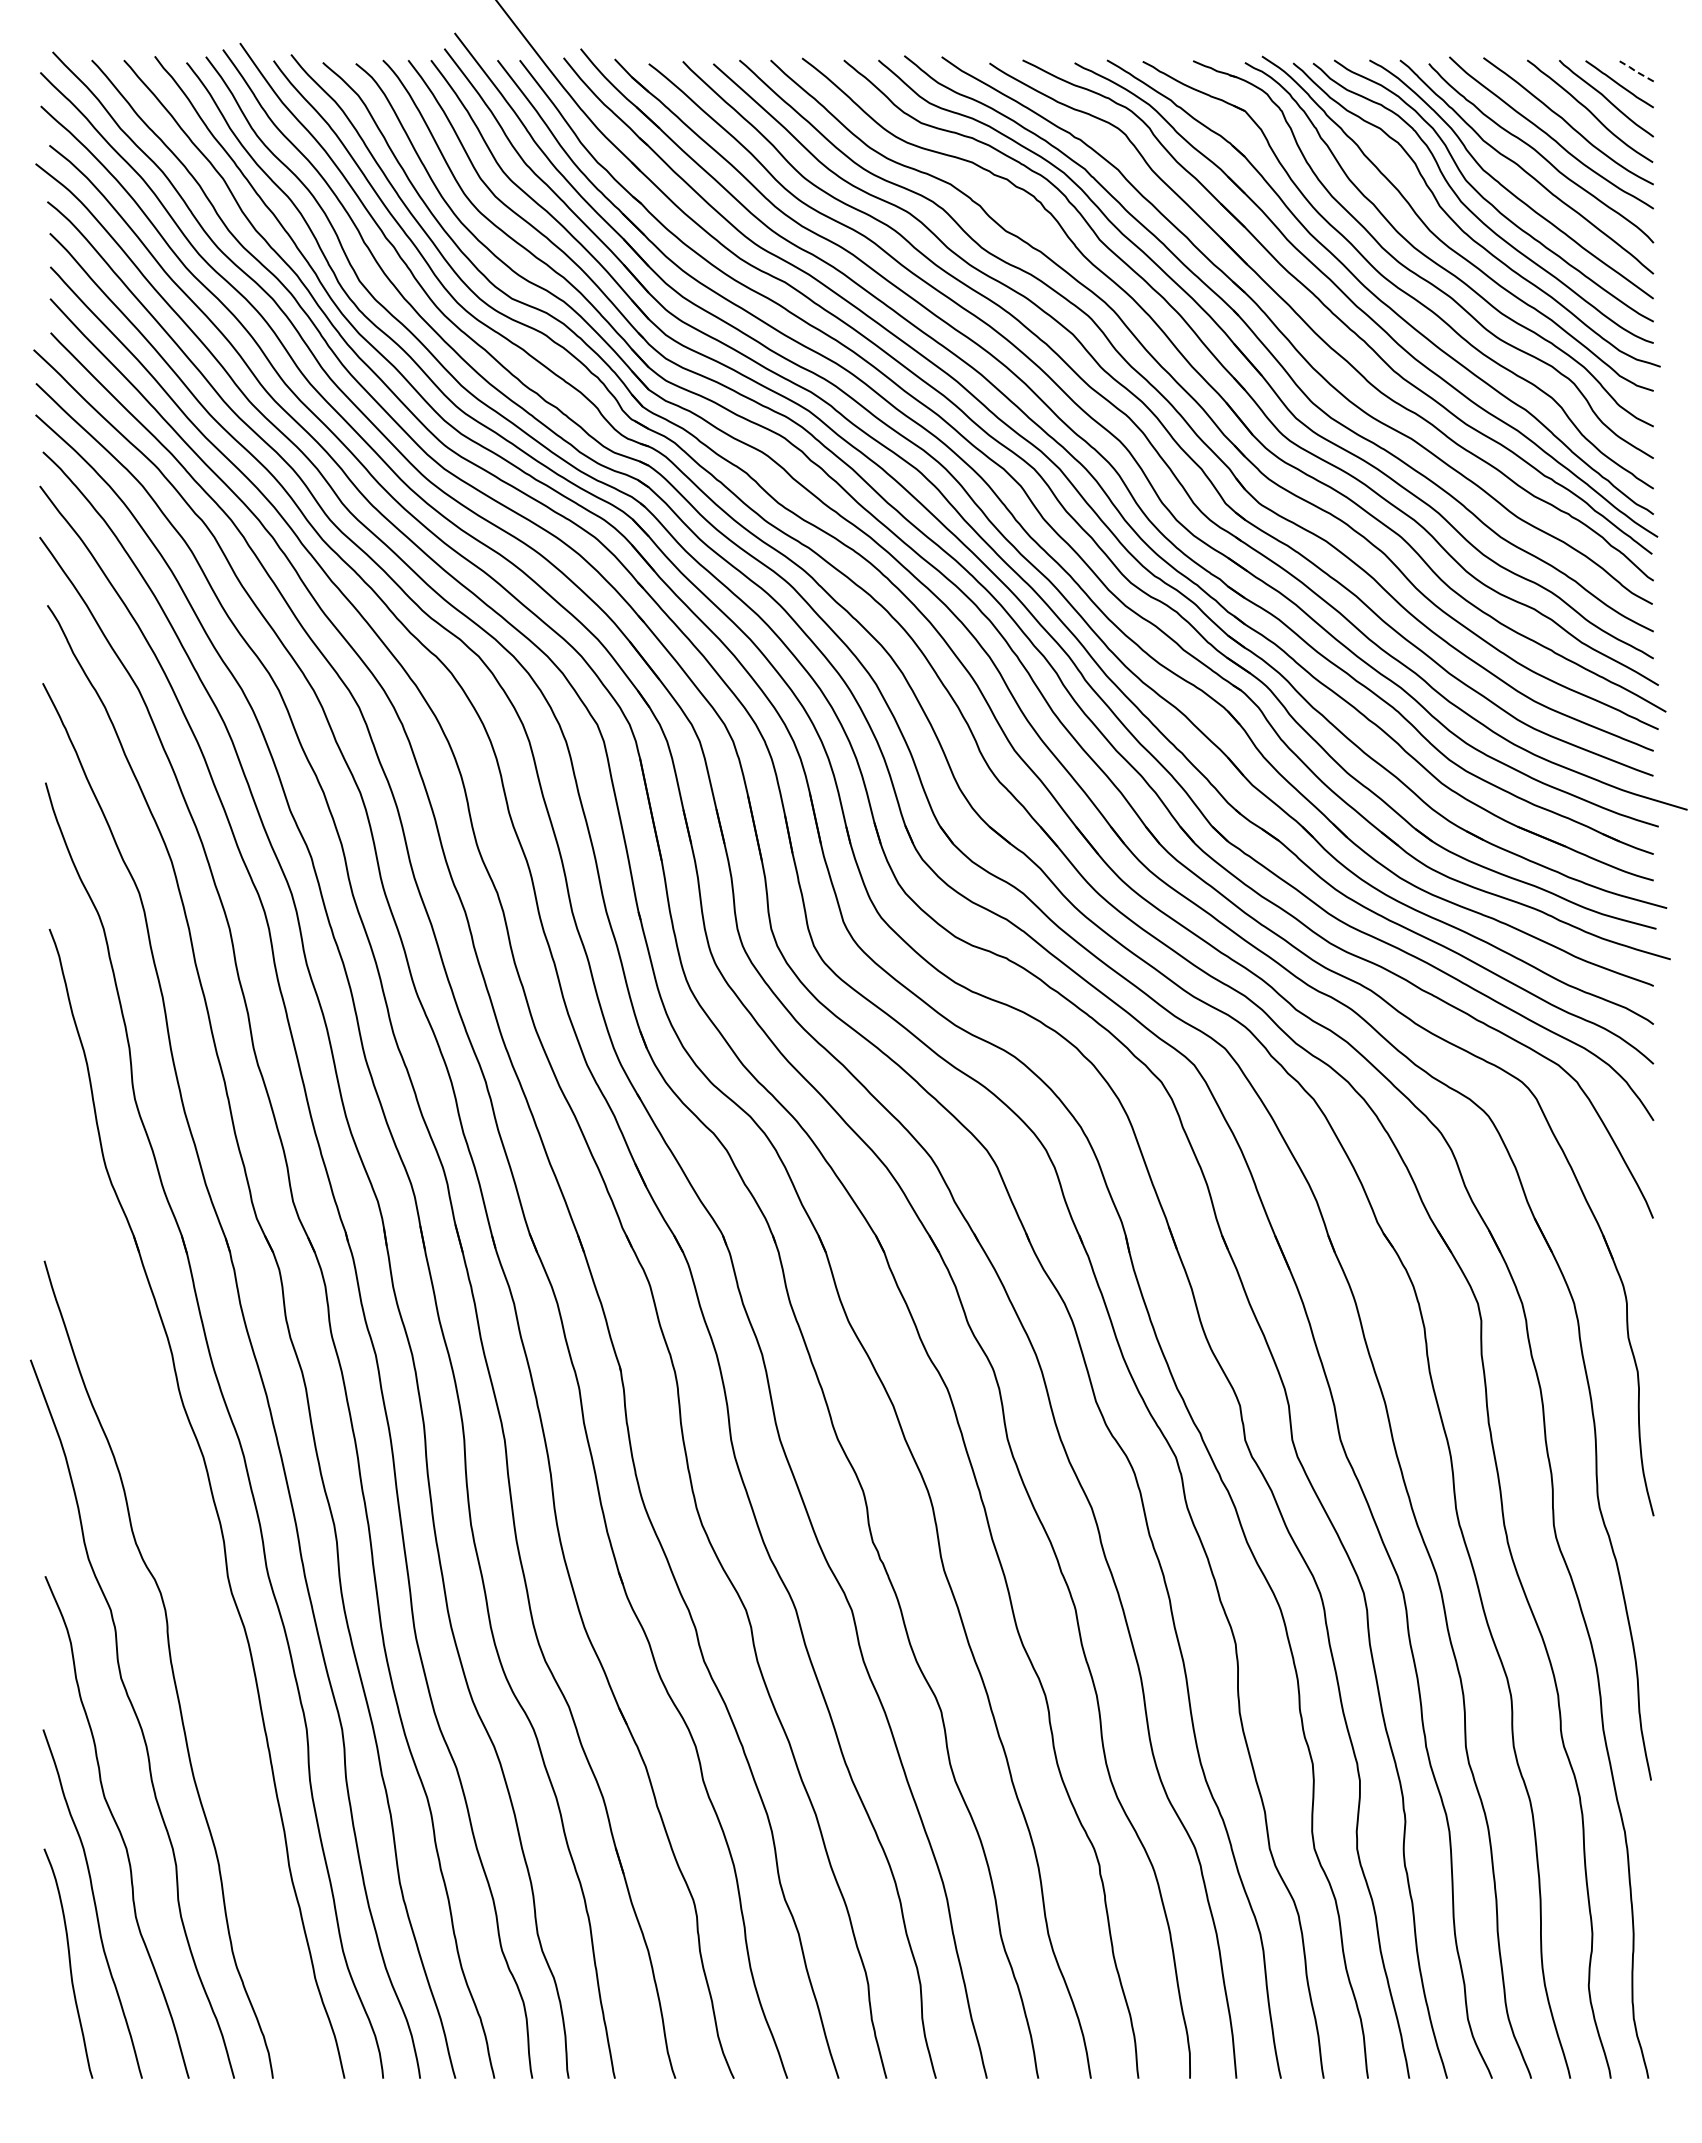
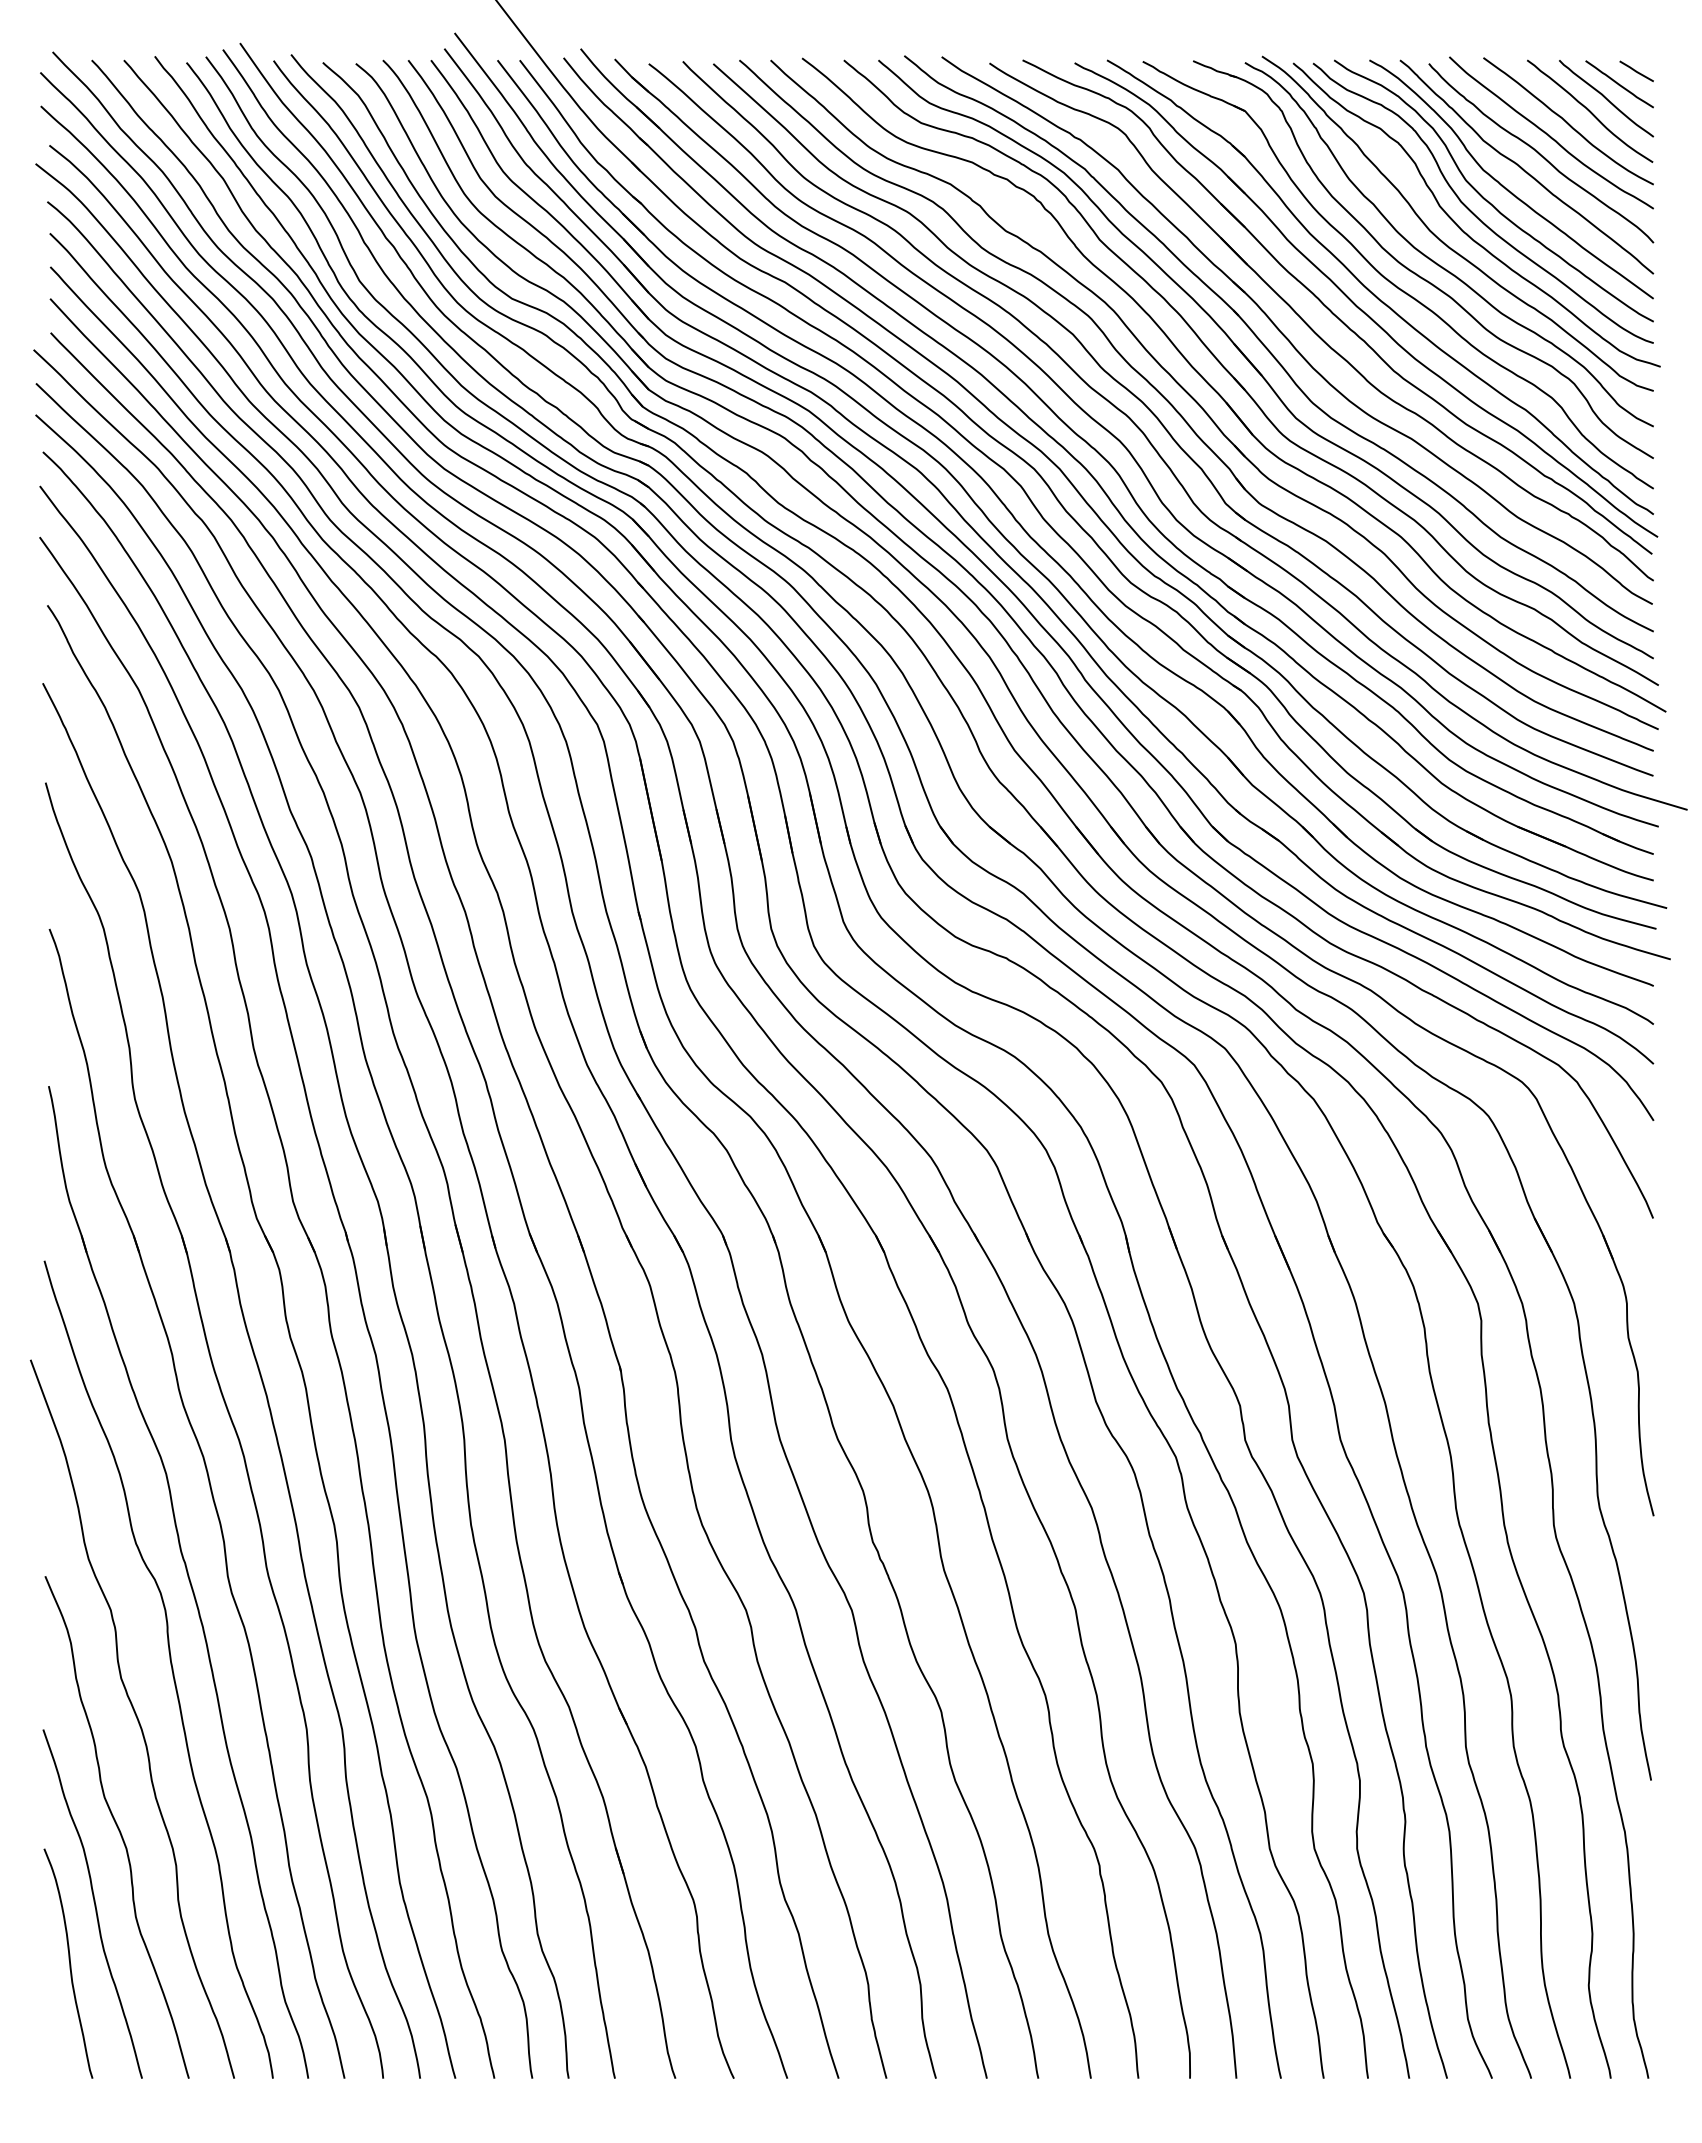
line at (1635, 71): dashed -> solid
part at (188, 1580): none -> present
